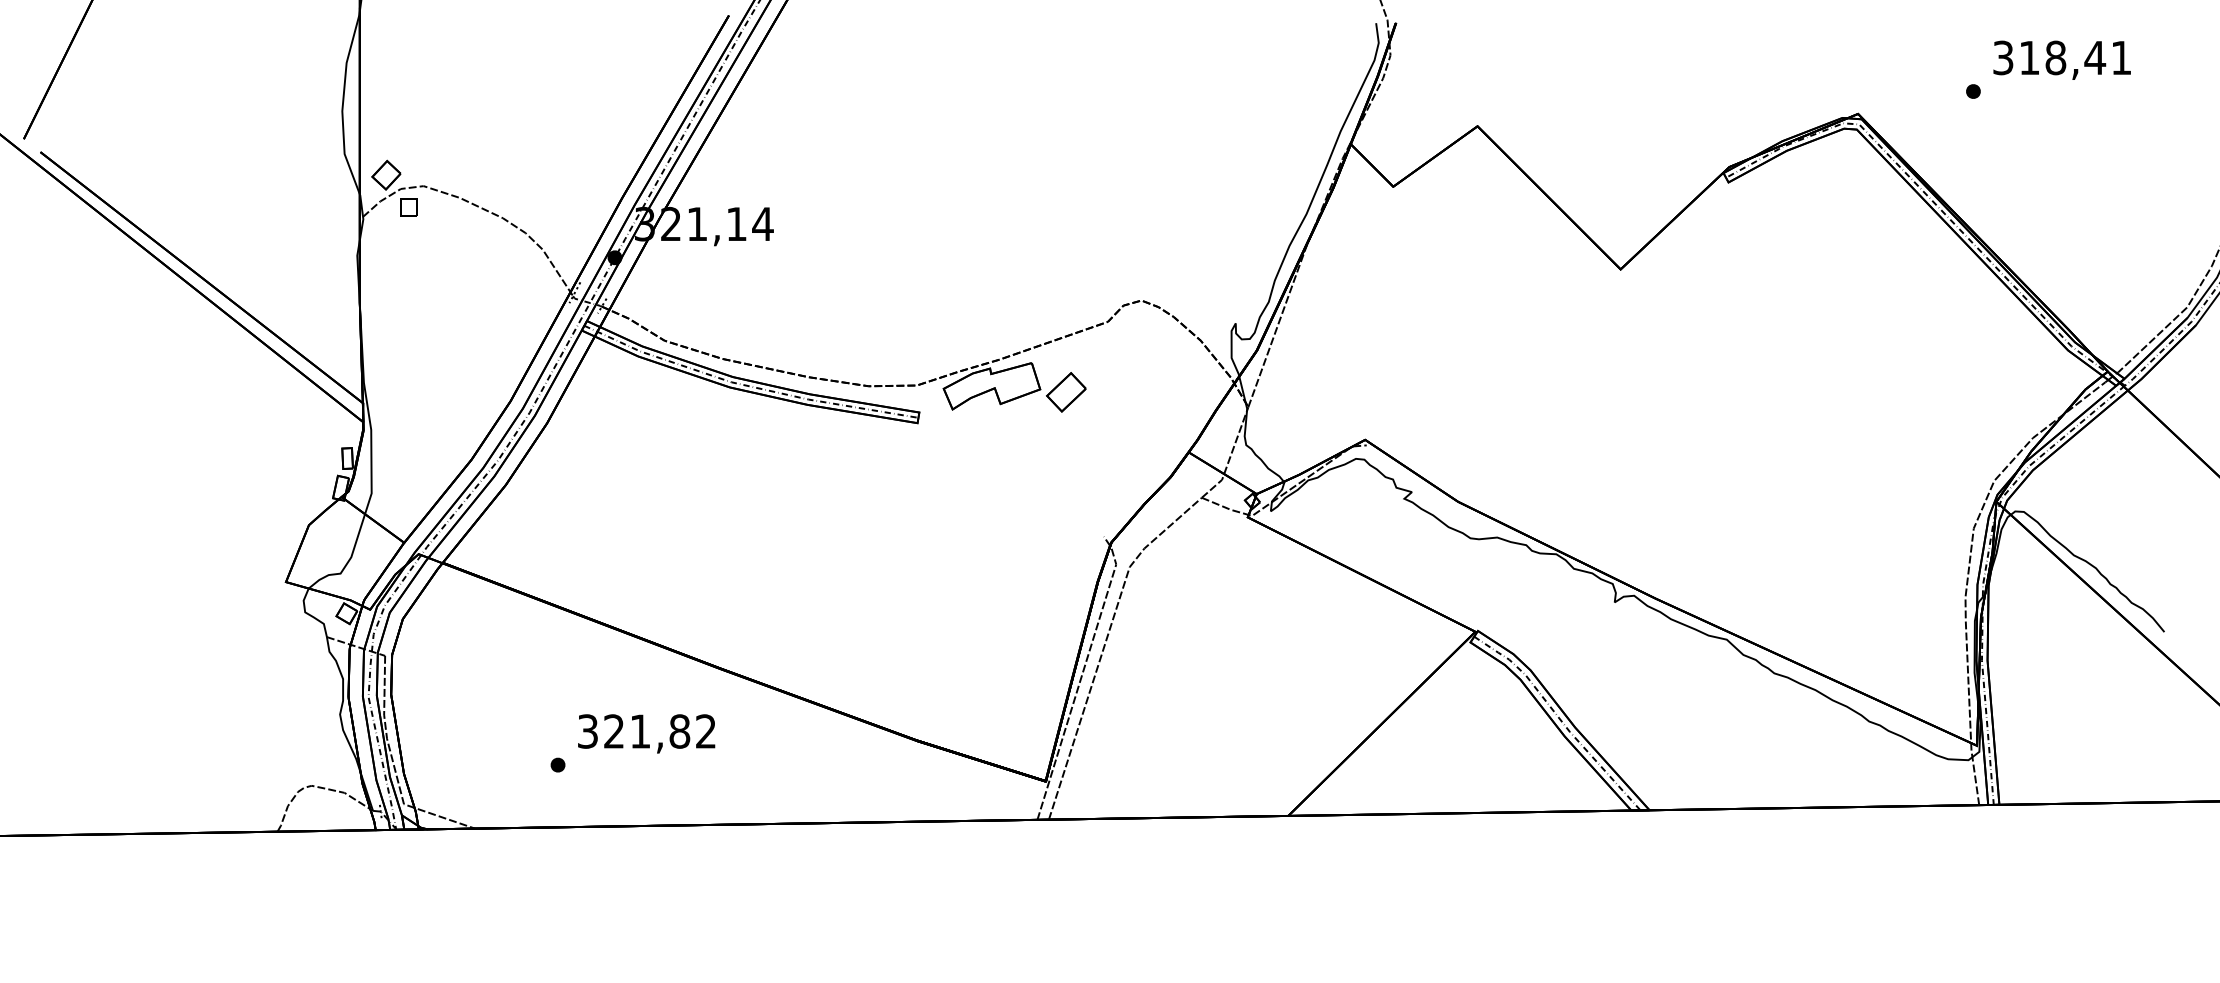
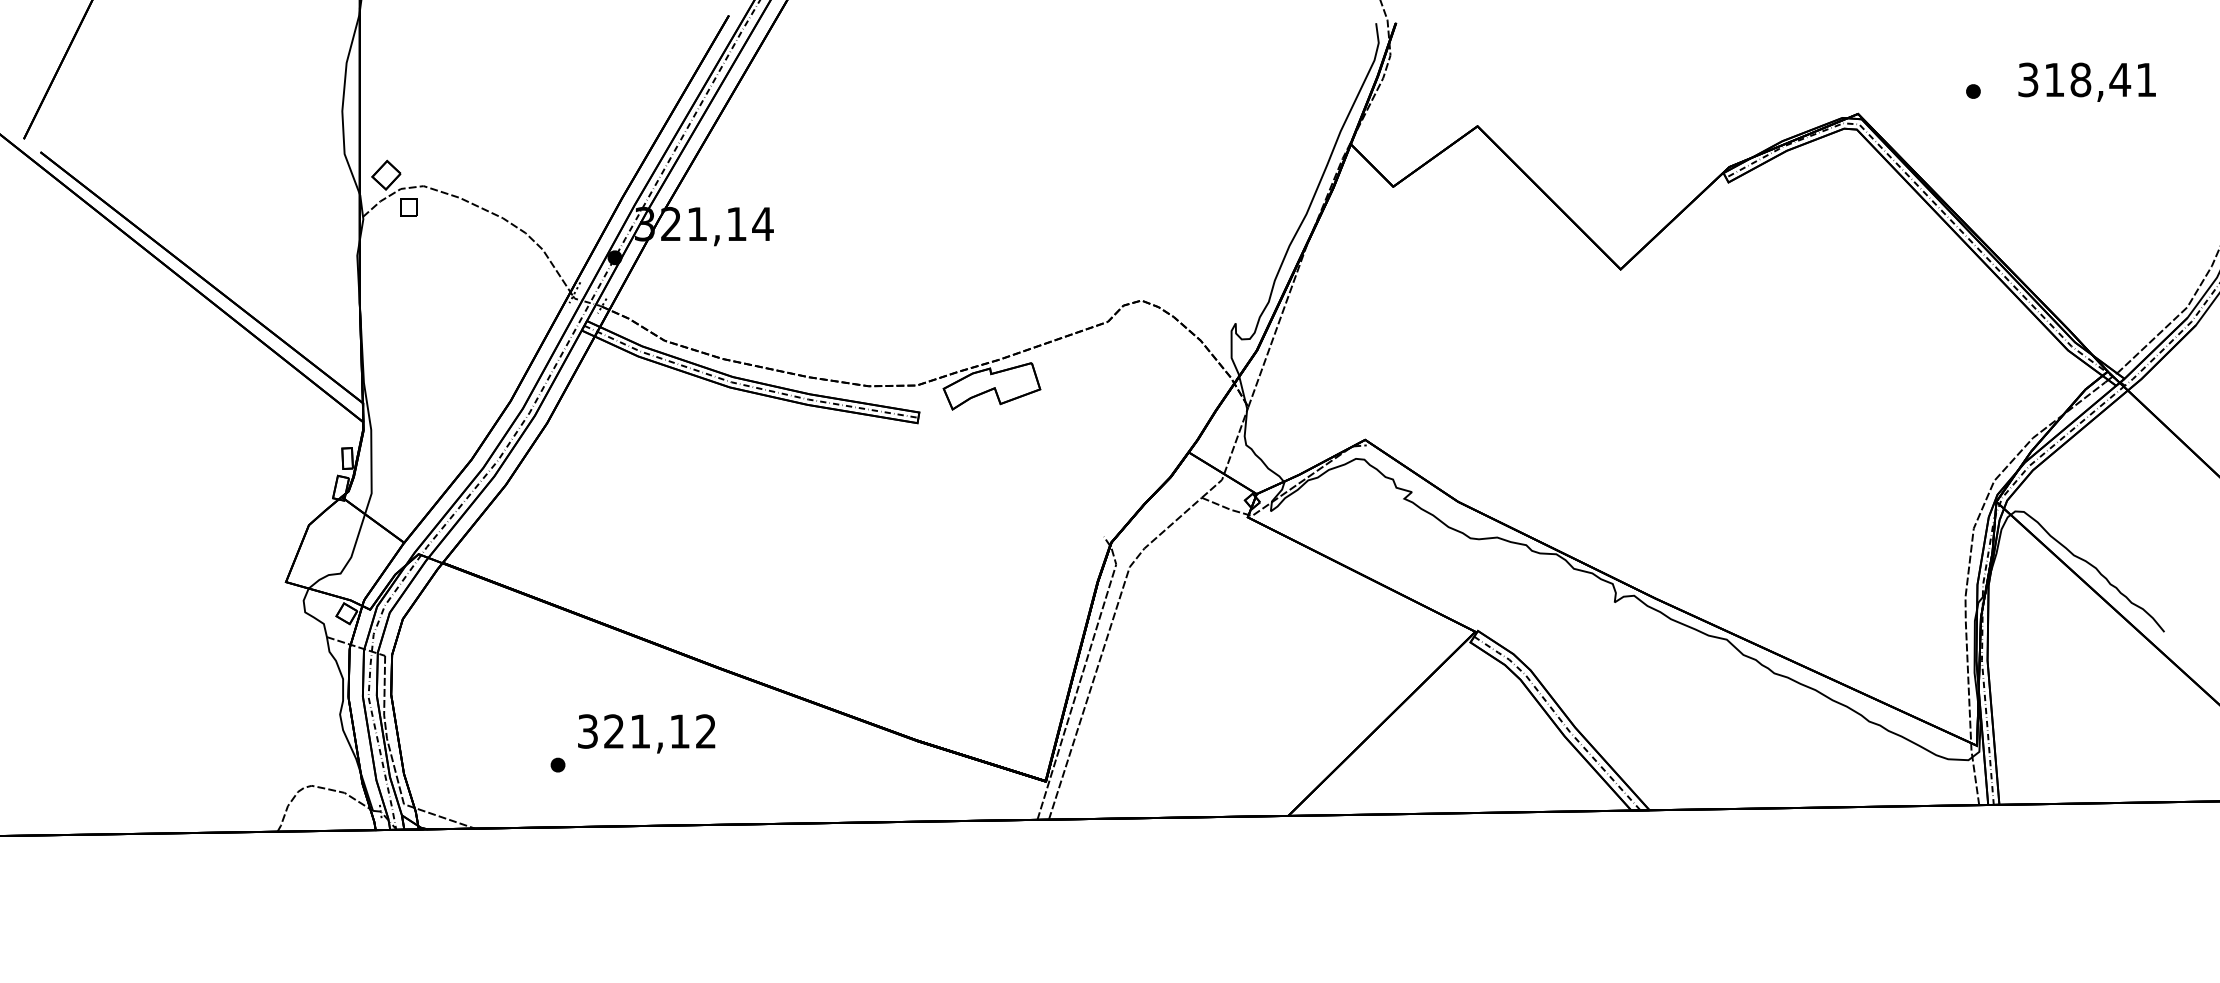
text at (2061, 59) position: (2061, 59) -> (2086, 81)
part at (1066, 392): present -> none
text at (679, 731): 321,82 -> 321,12
